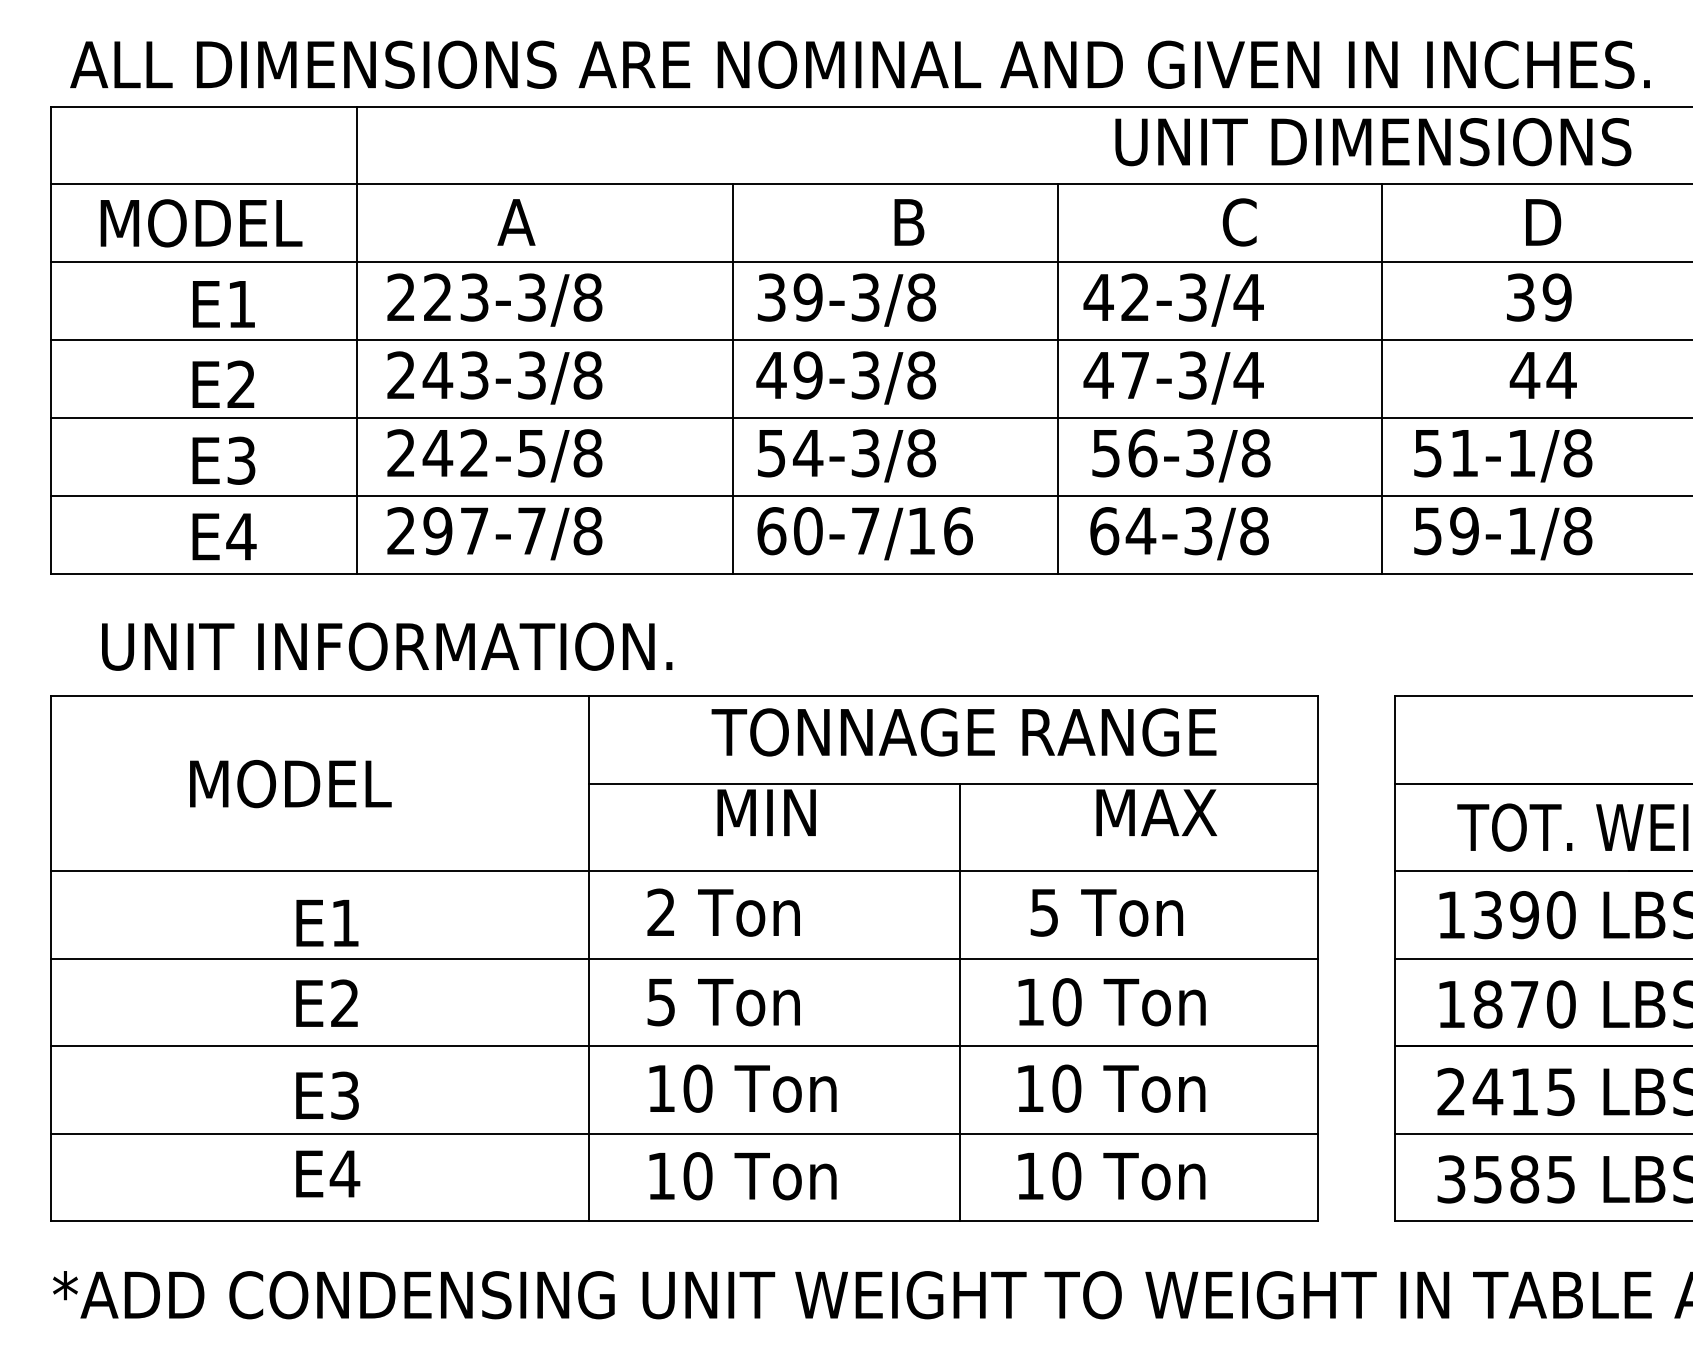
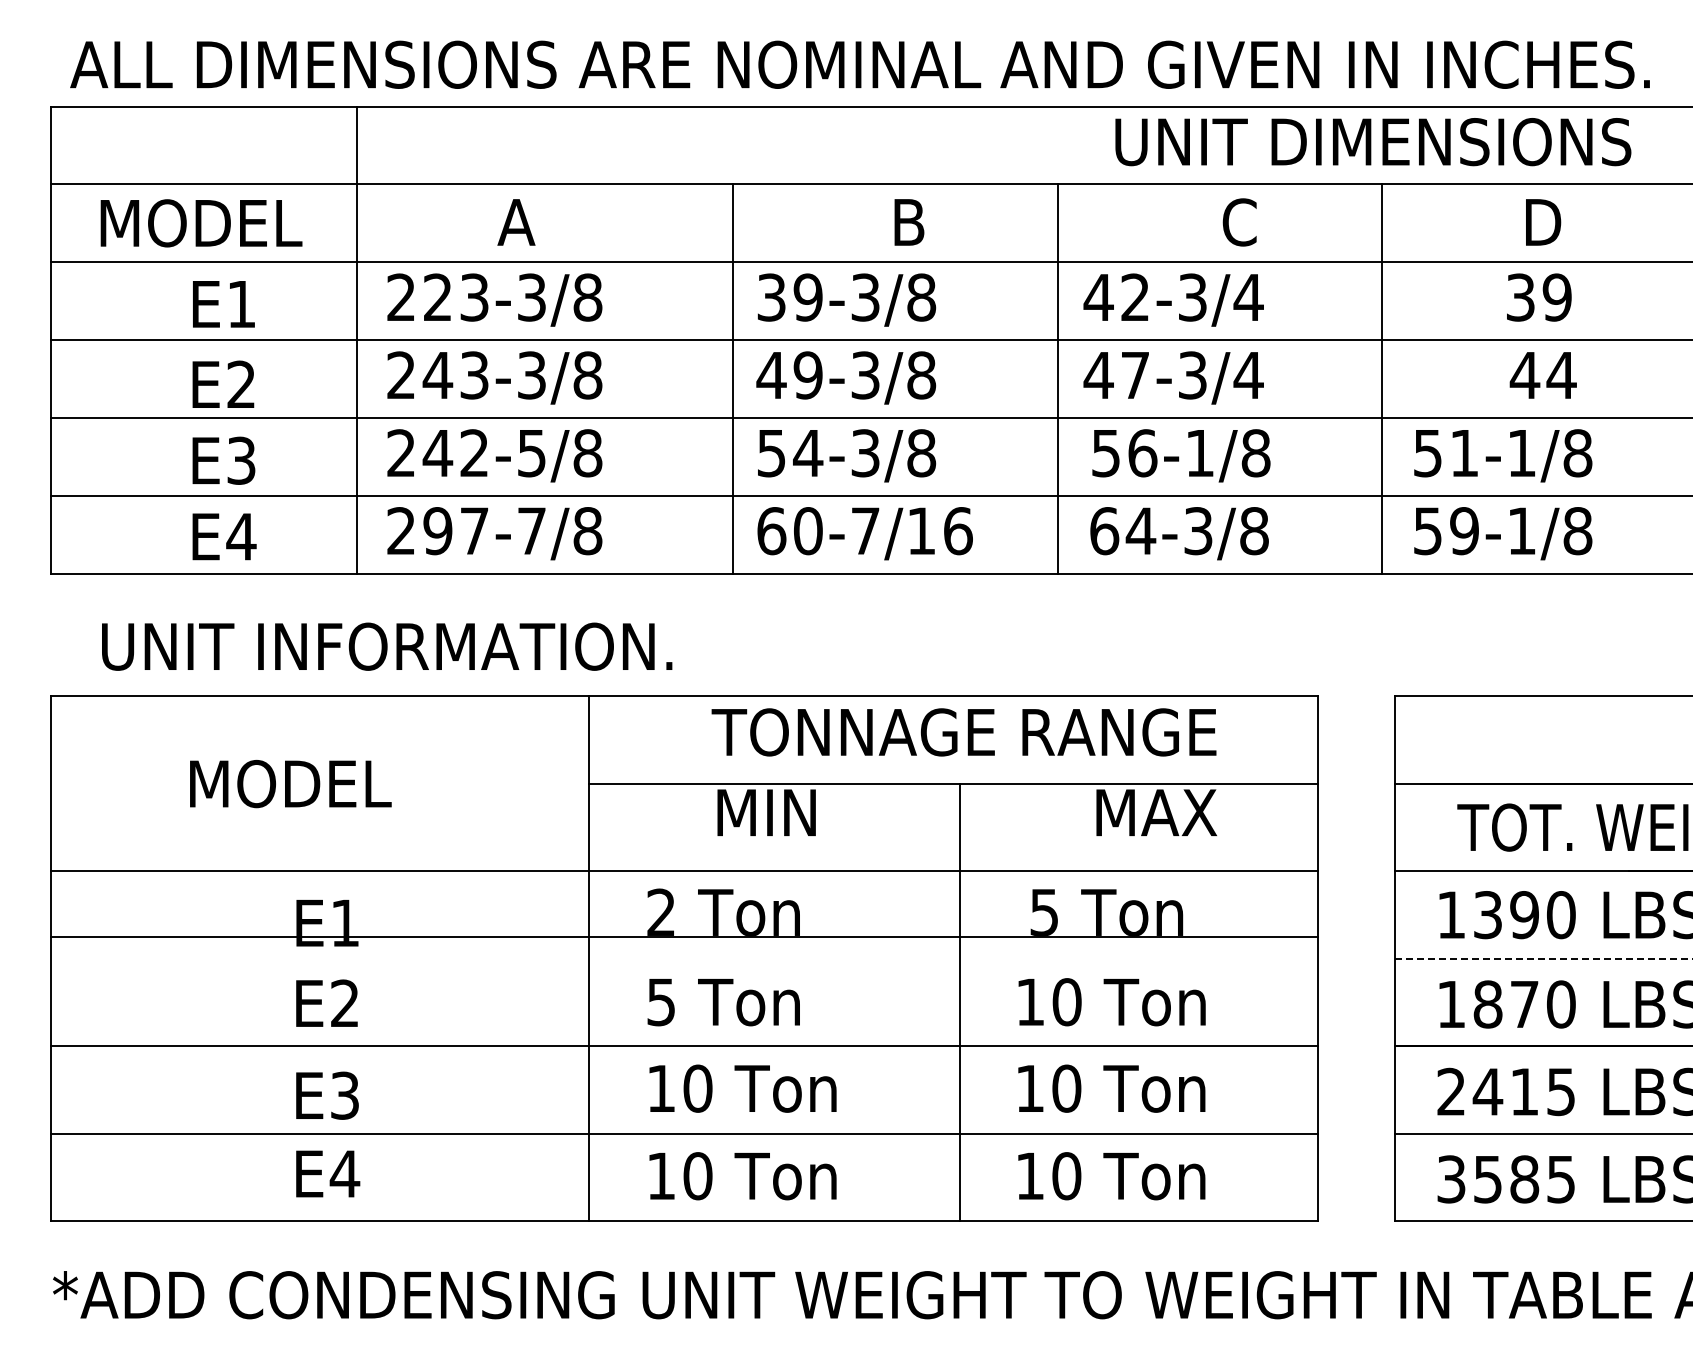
text at (1199, 453): 56-3/8 -> 56-1/8
line at (684, 958) position: (684, 958) -> (684, 936)
line at (1544, 958): solid -> dashed
